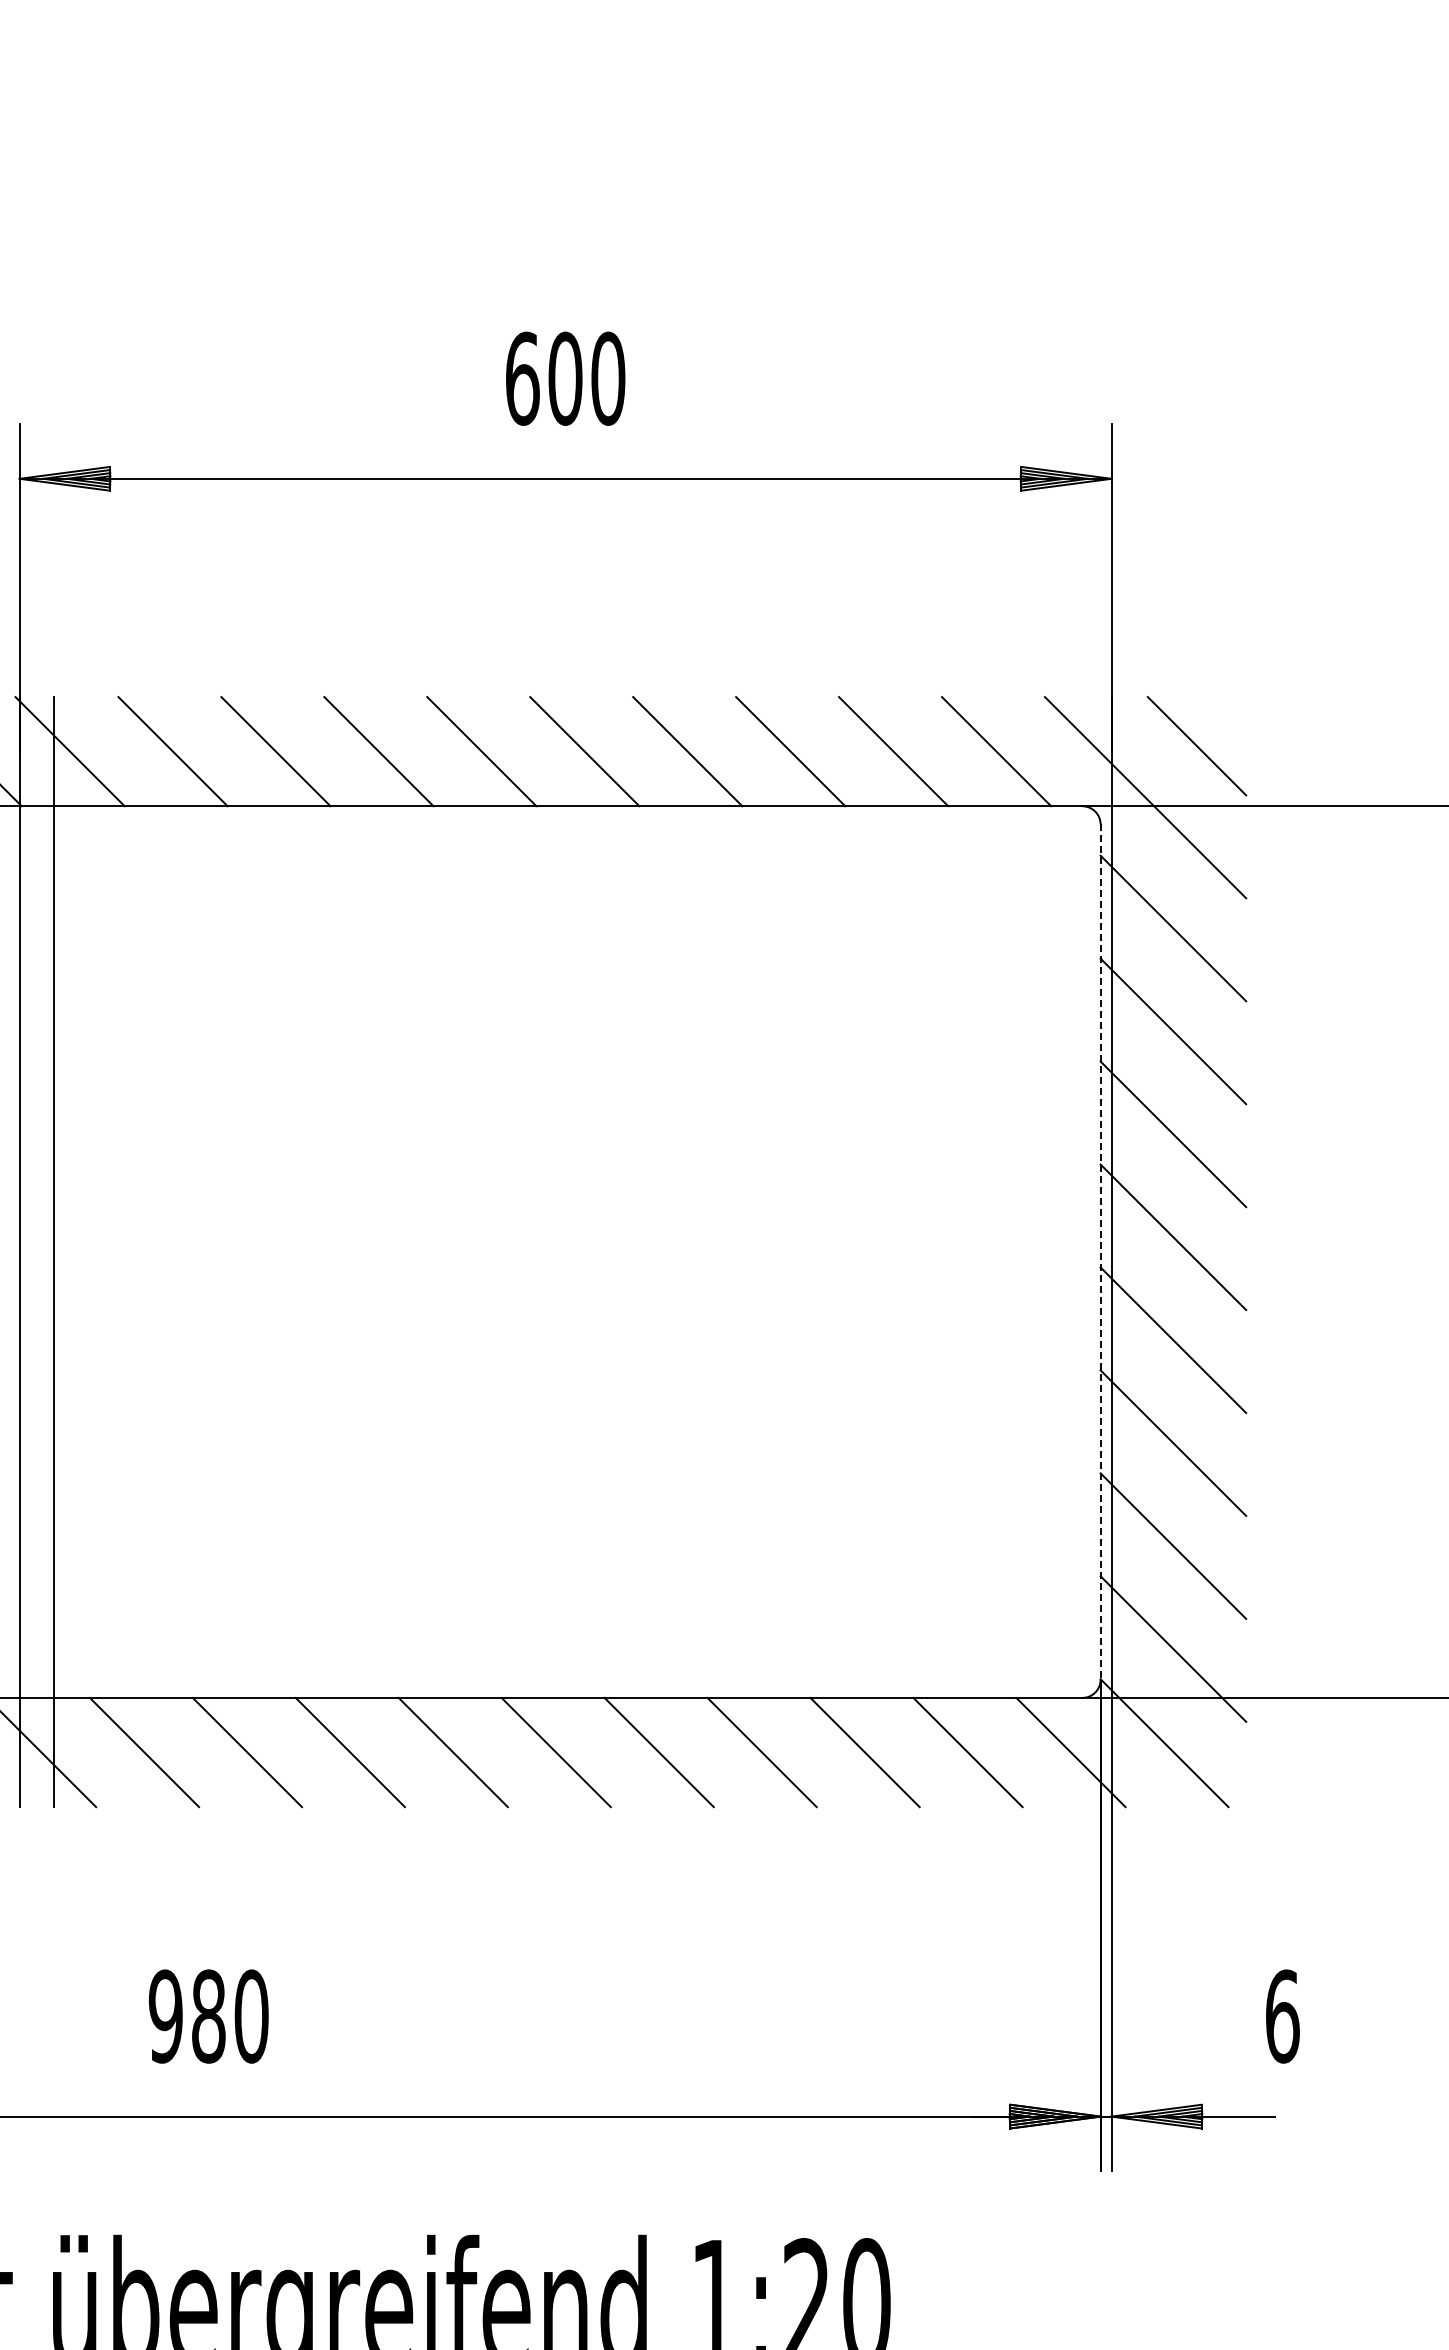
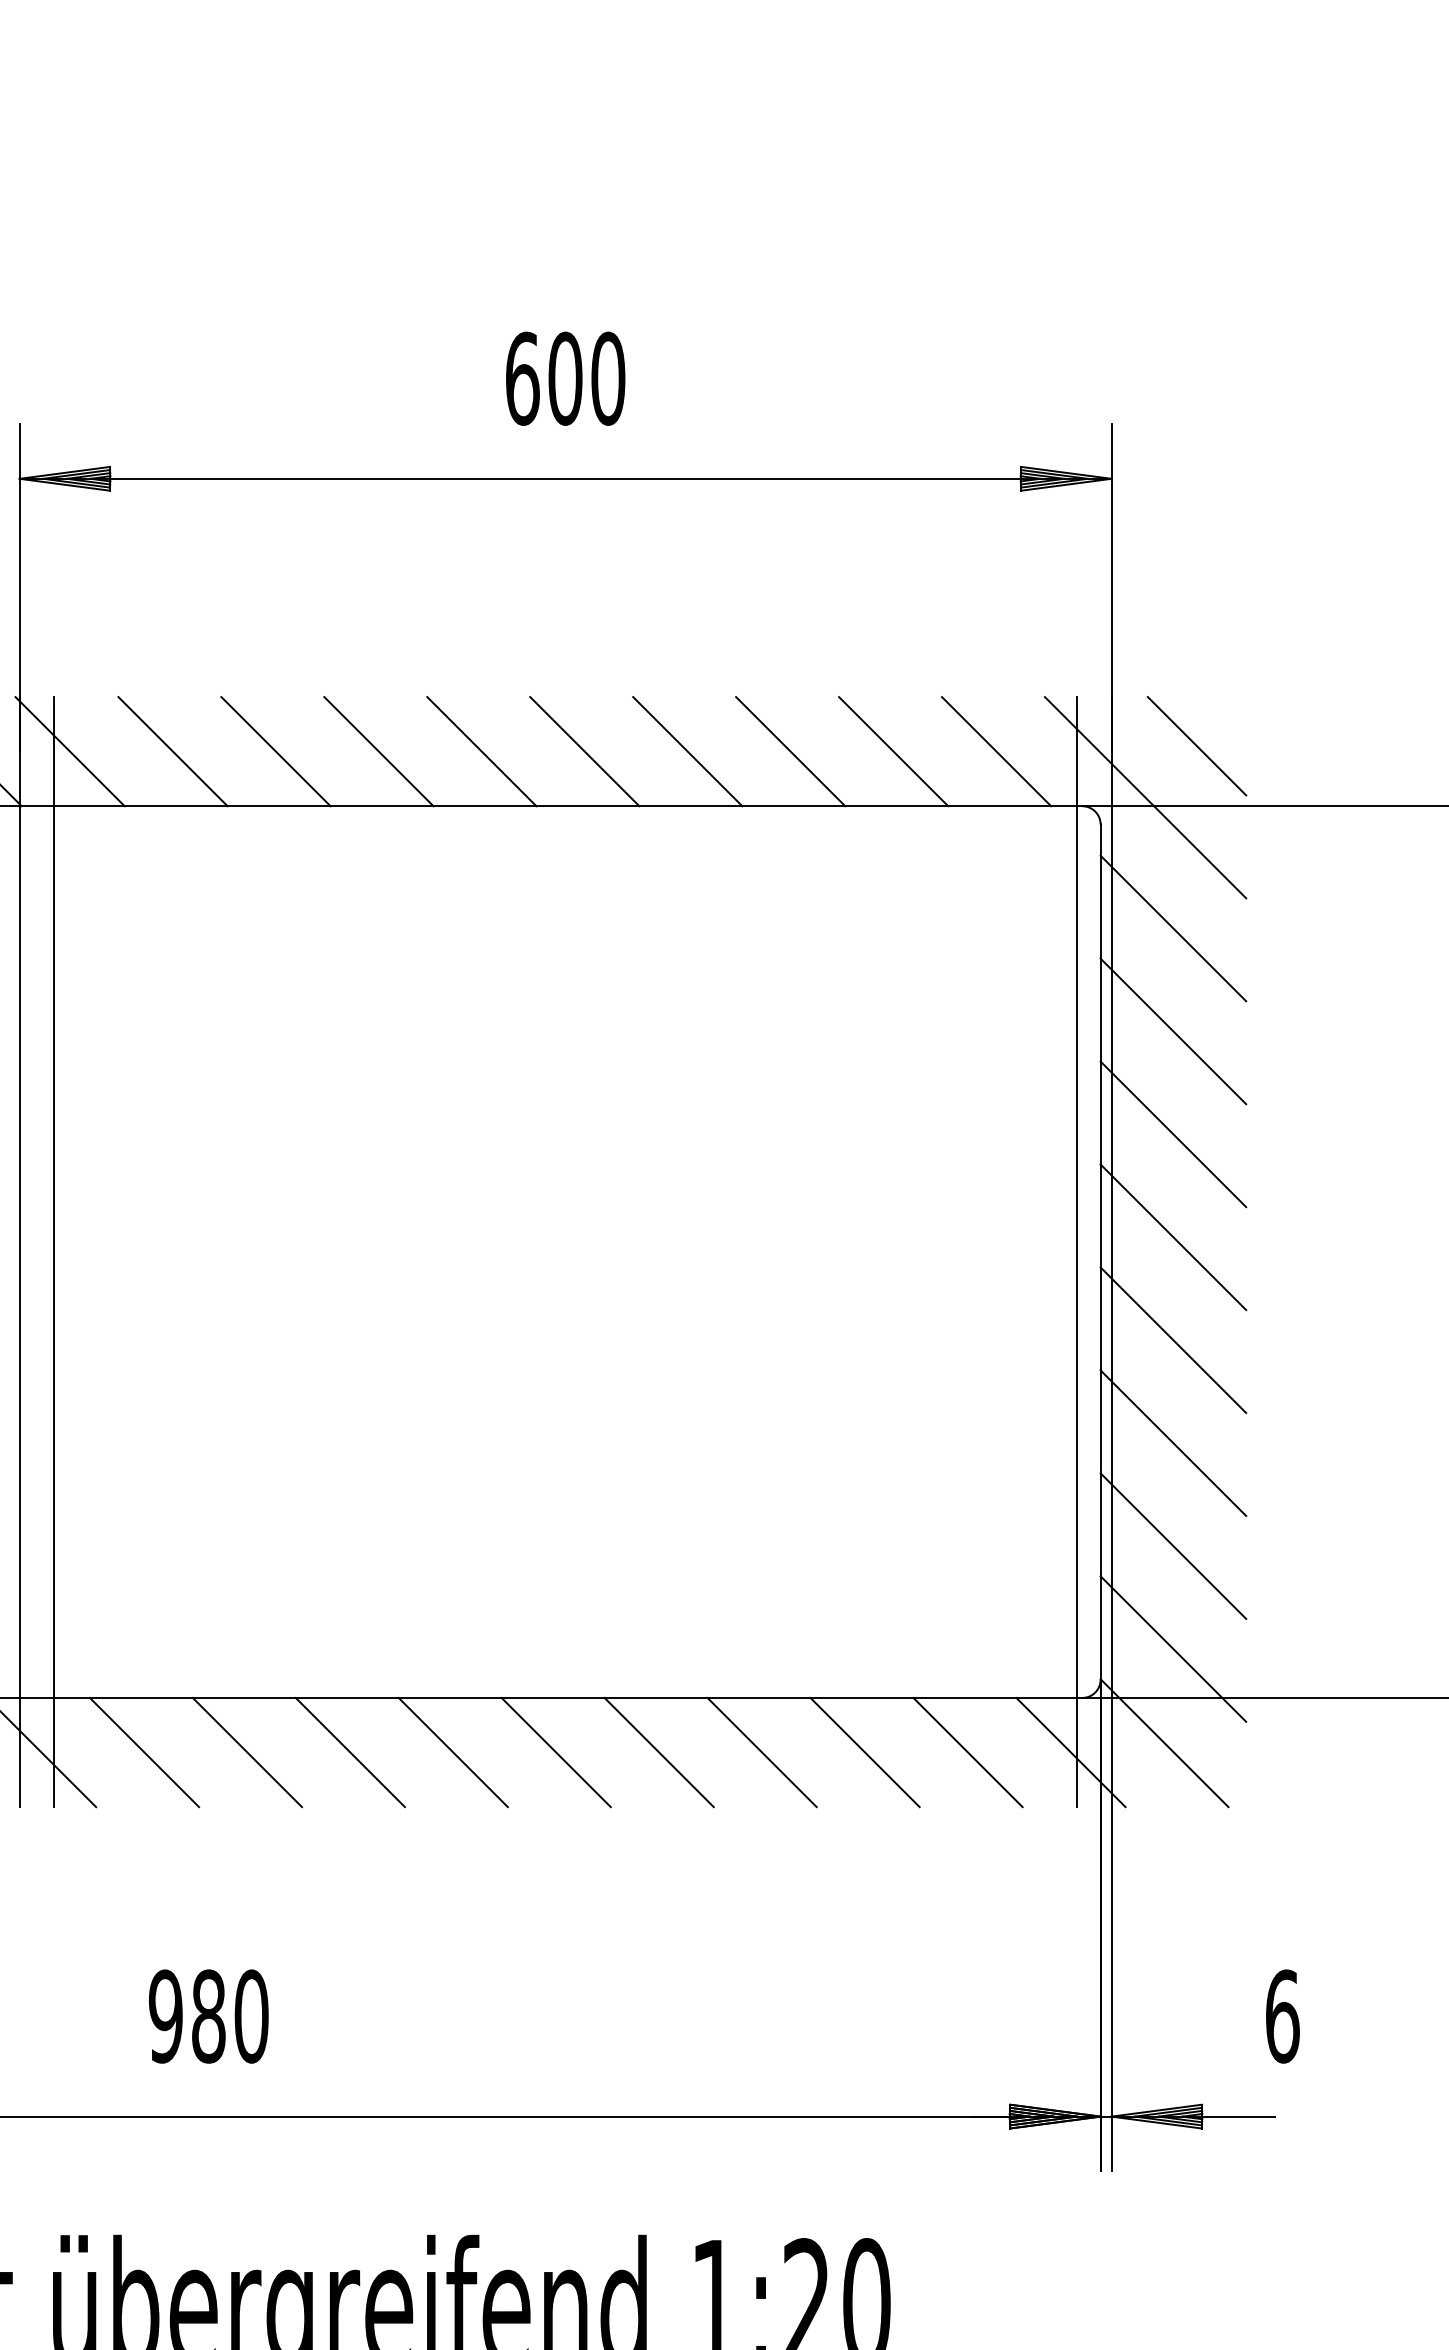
line at (1076, 1252): none -> present
line at (1100, 1252): dashed -> solid
